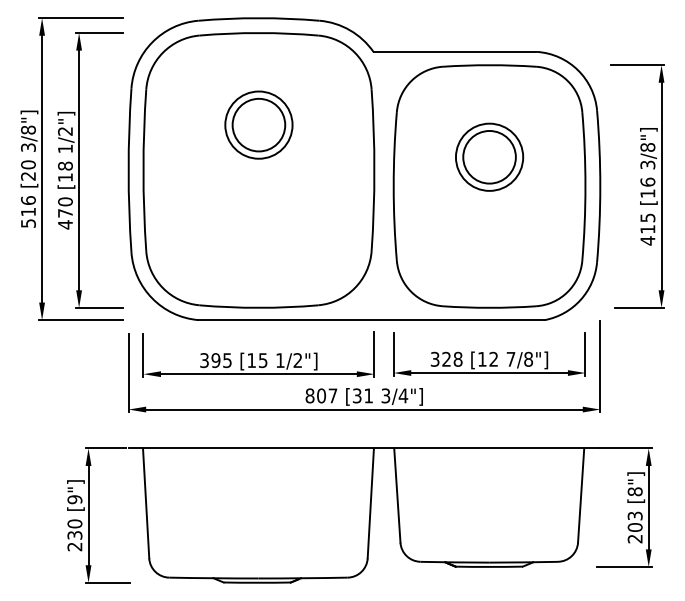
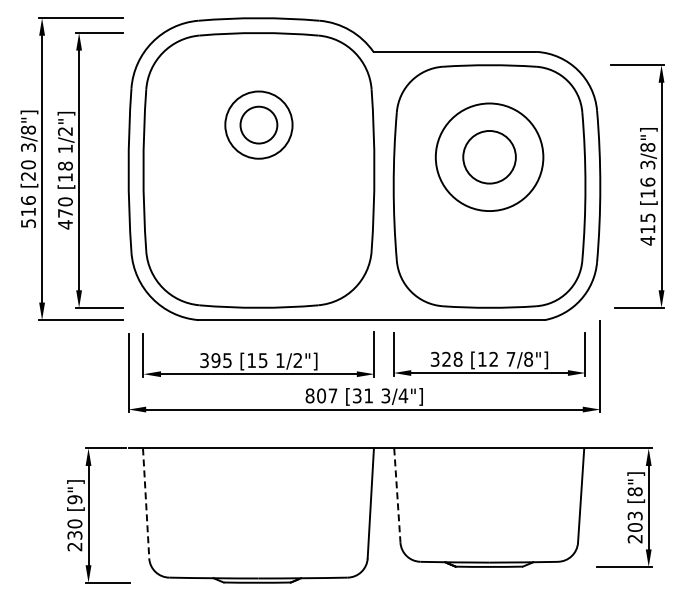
circle at (258, 124) diameter: 53 px -> 37 px
circle at (489, 156) diameter: 67 px -> 108 px
line at (397, 496): solid -> dashed
line at (146, 503): solid -> dashed
